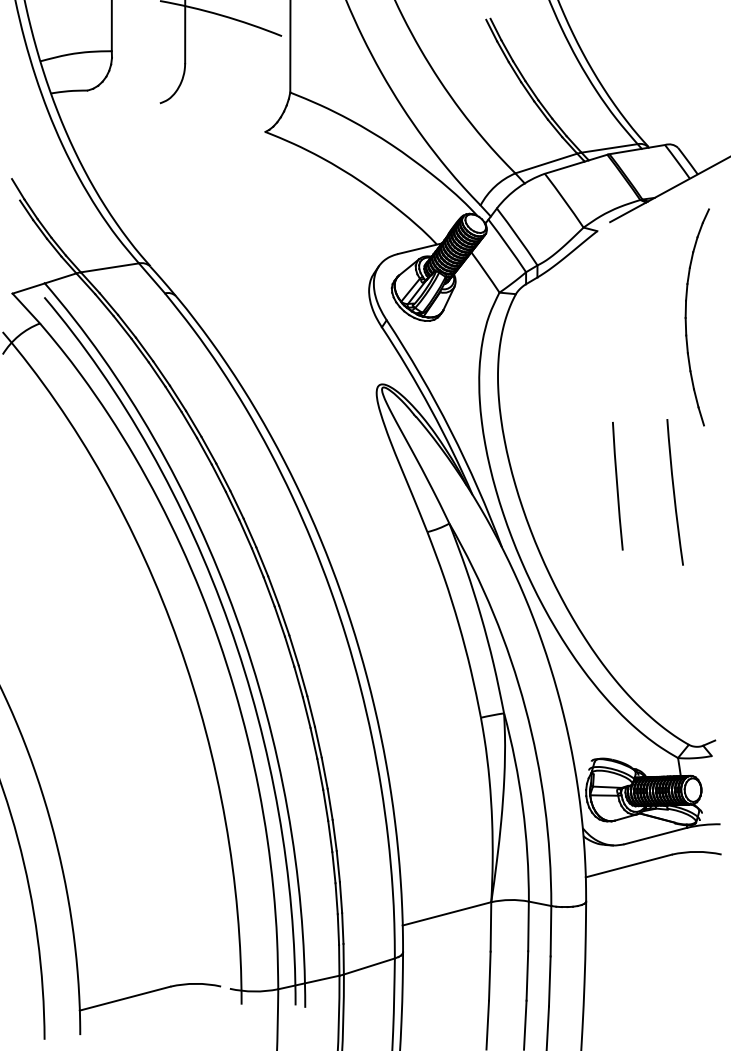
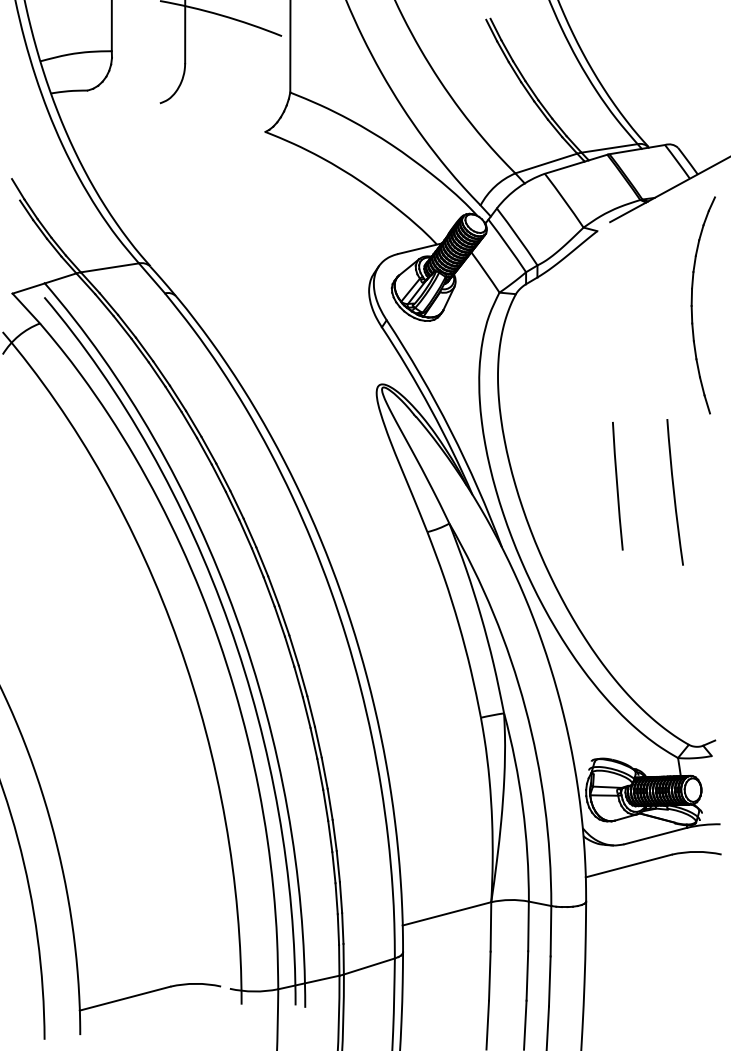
part at (686, 317) position: (686, 317) -> (692, 305)
